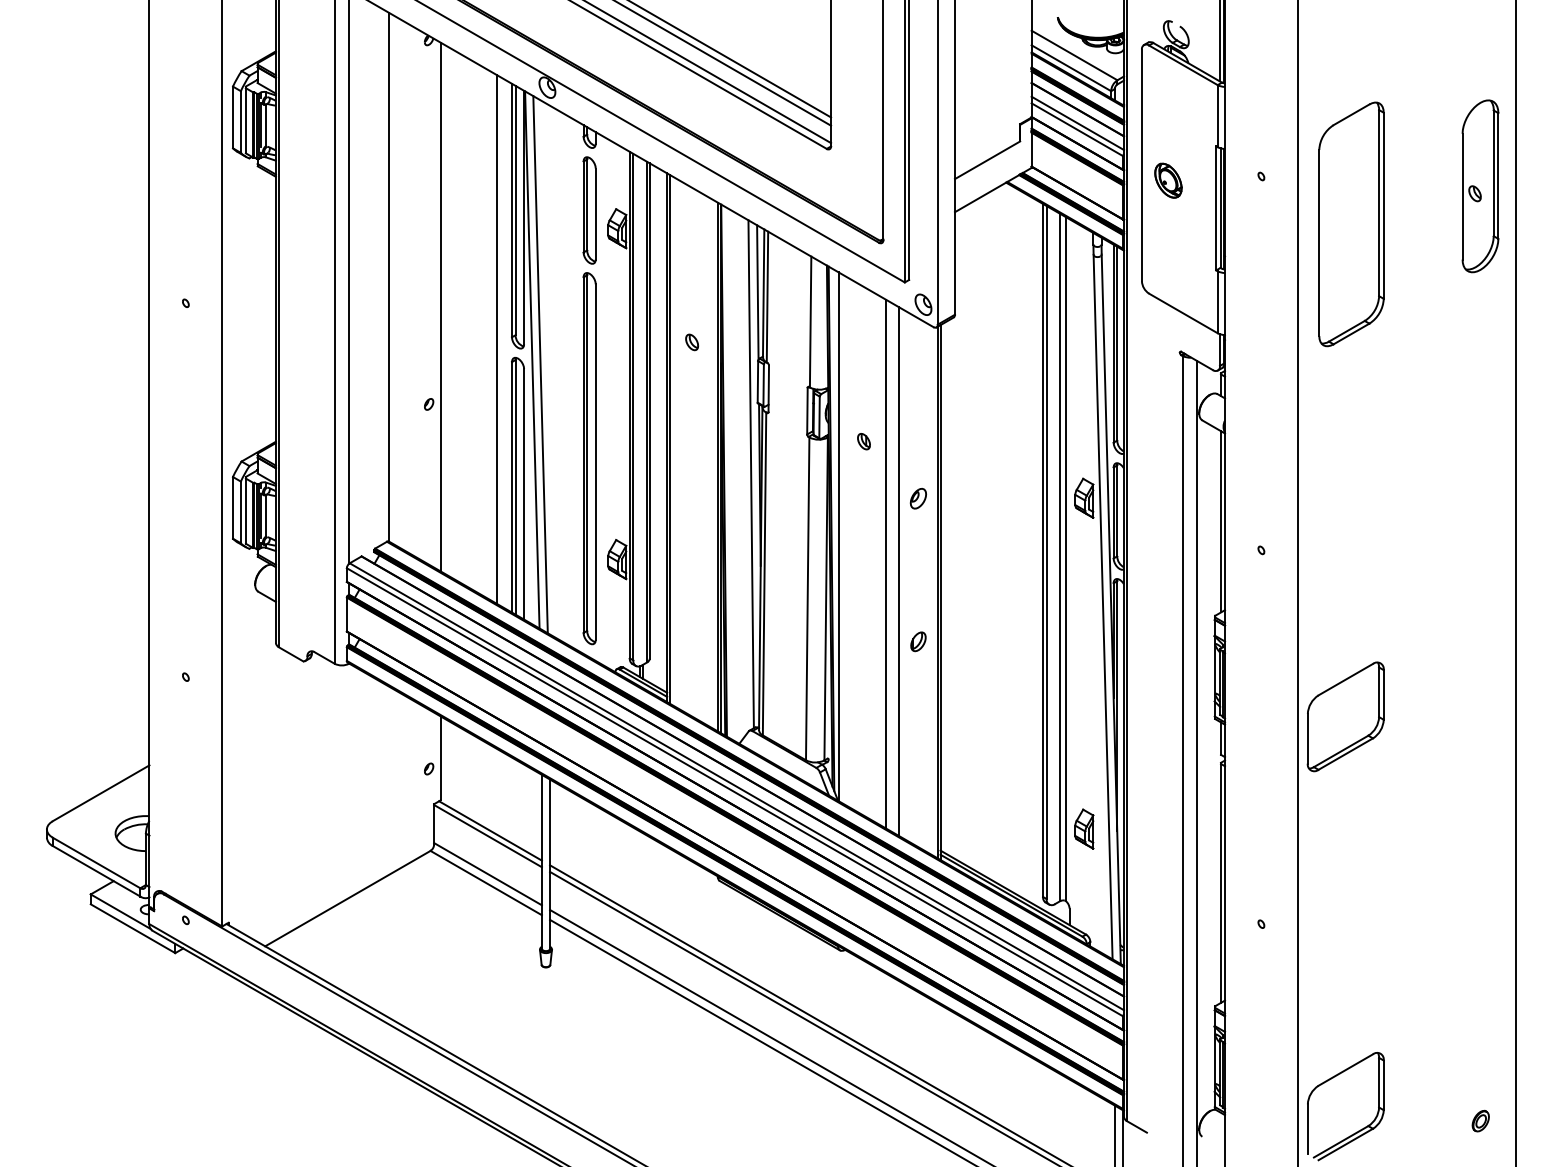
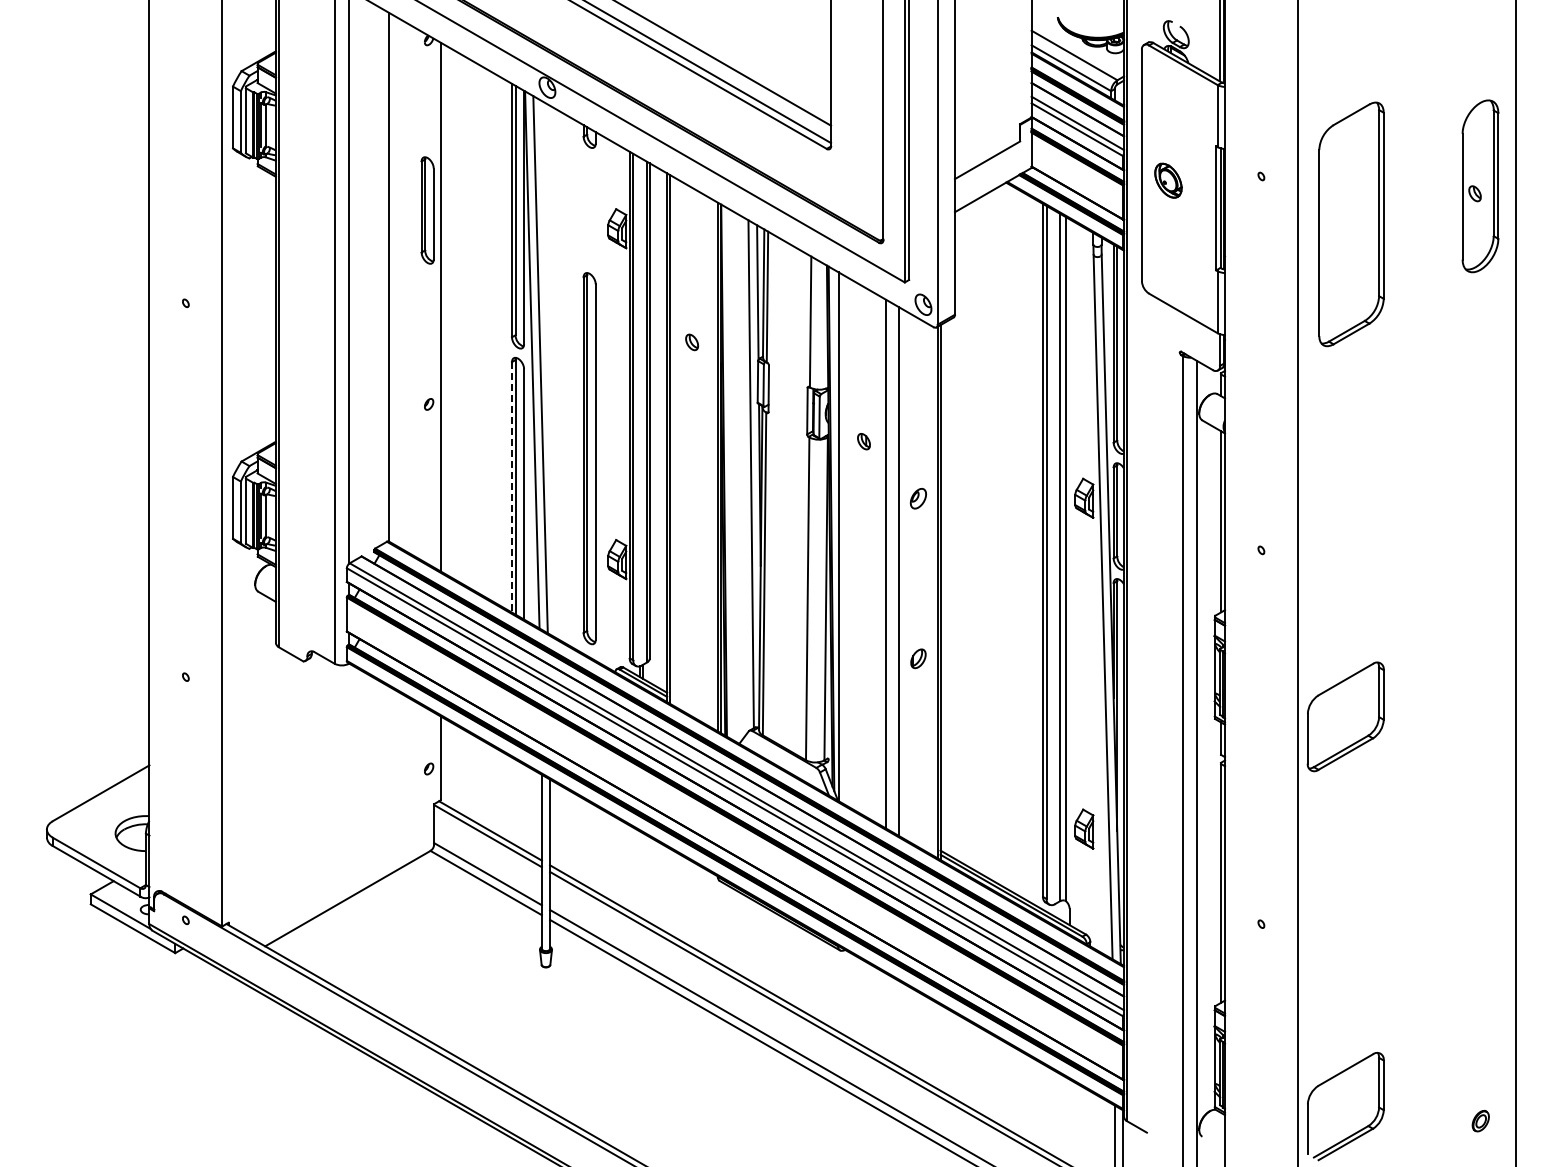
line at (731, 59): present -> none
part at (589, 210) position: (589, 210) -> (427, 210)
line at (496, 338): present -> none
line at (511, 487): solid -> dashed
part at (918, 641) position: (918, 641) -> (918, 658)
